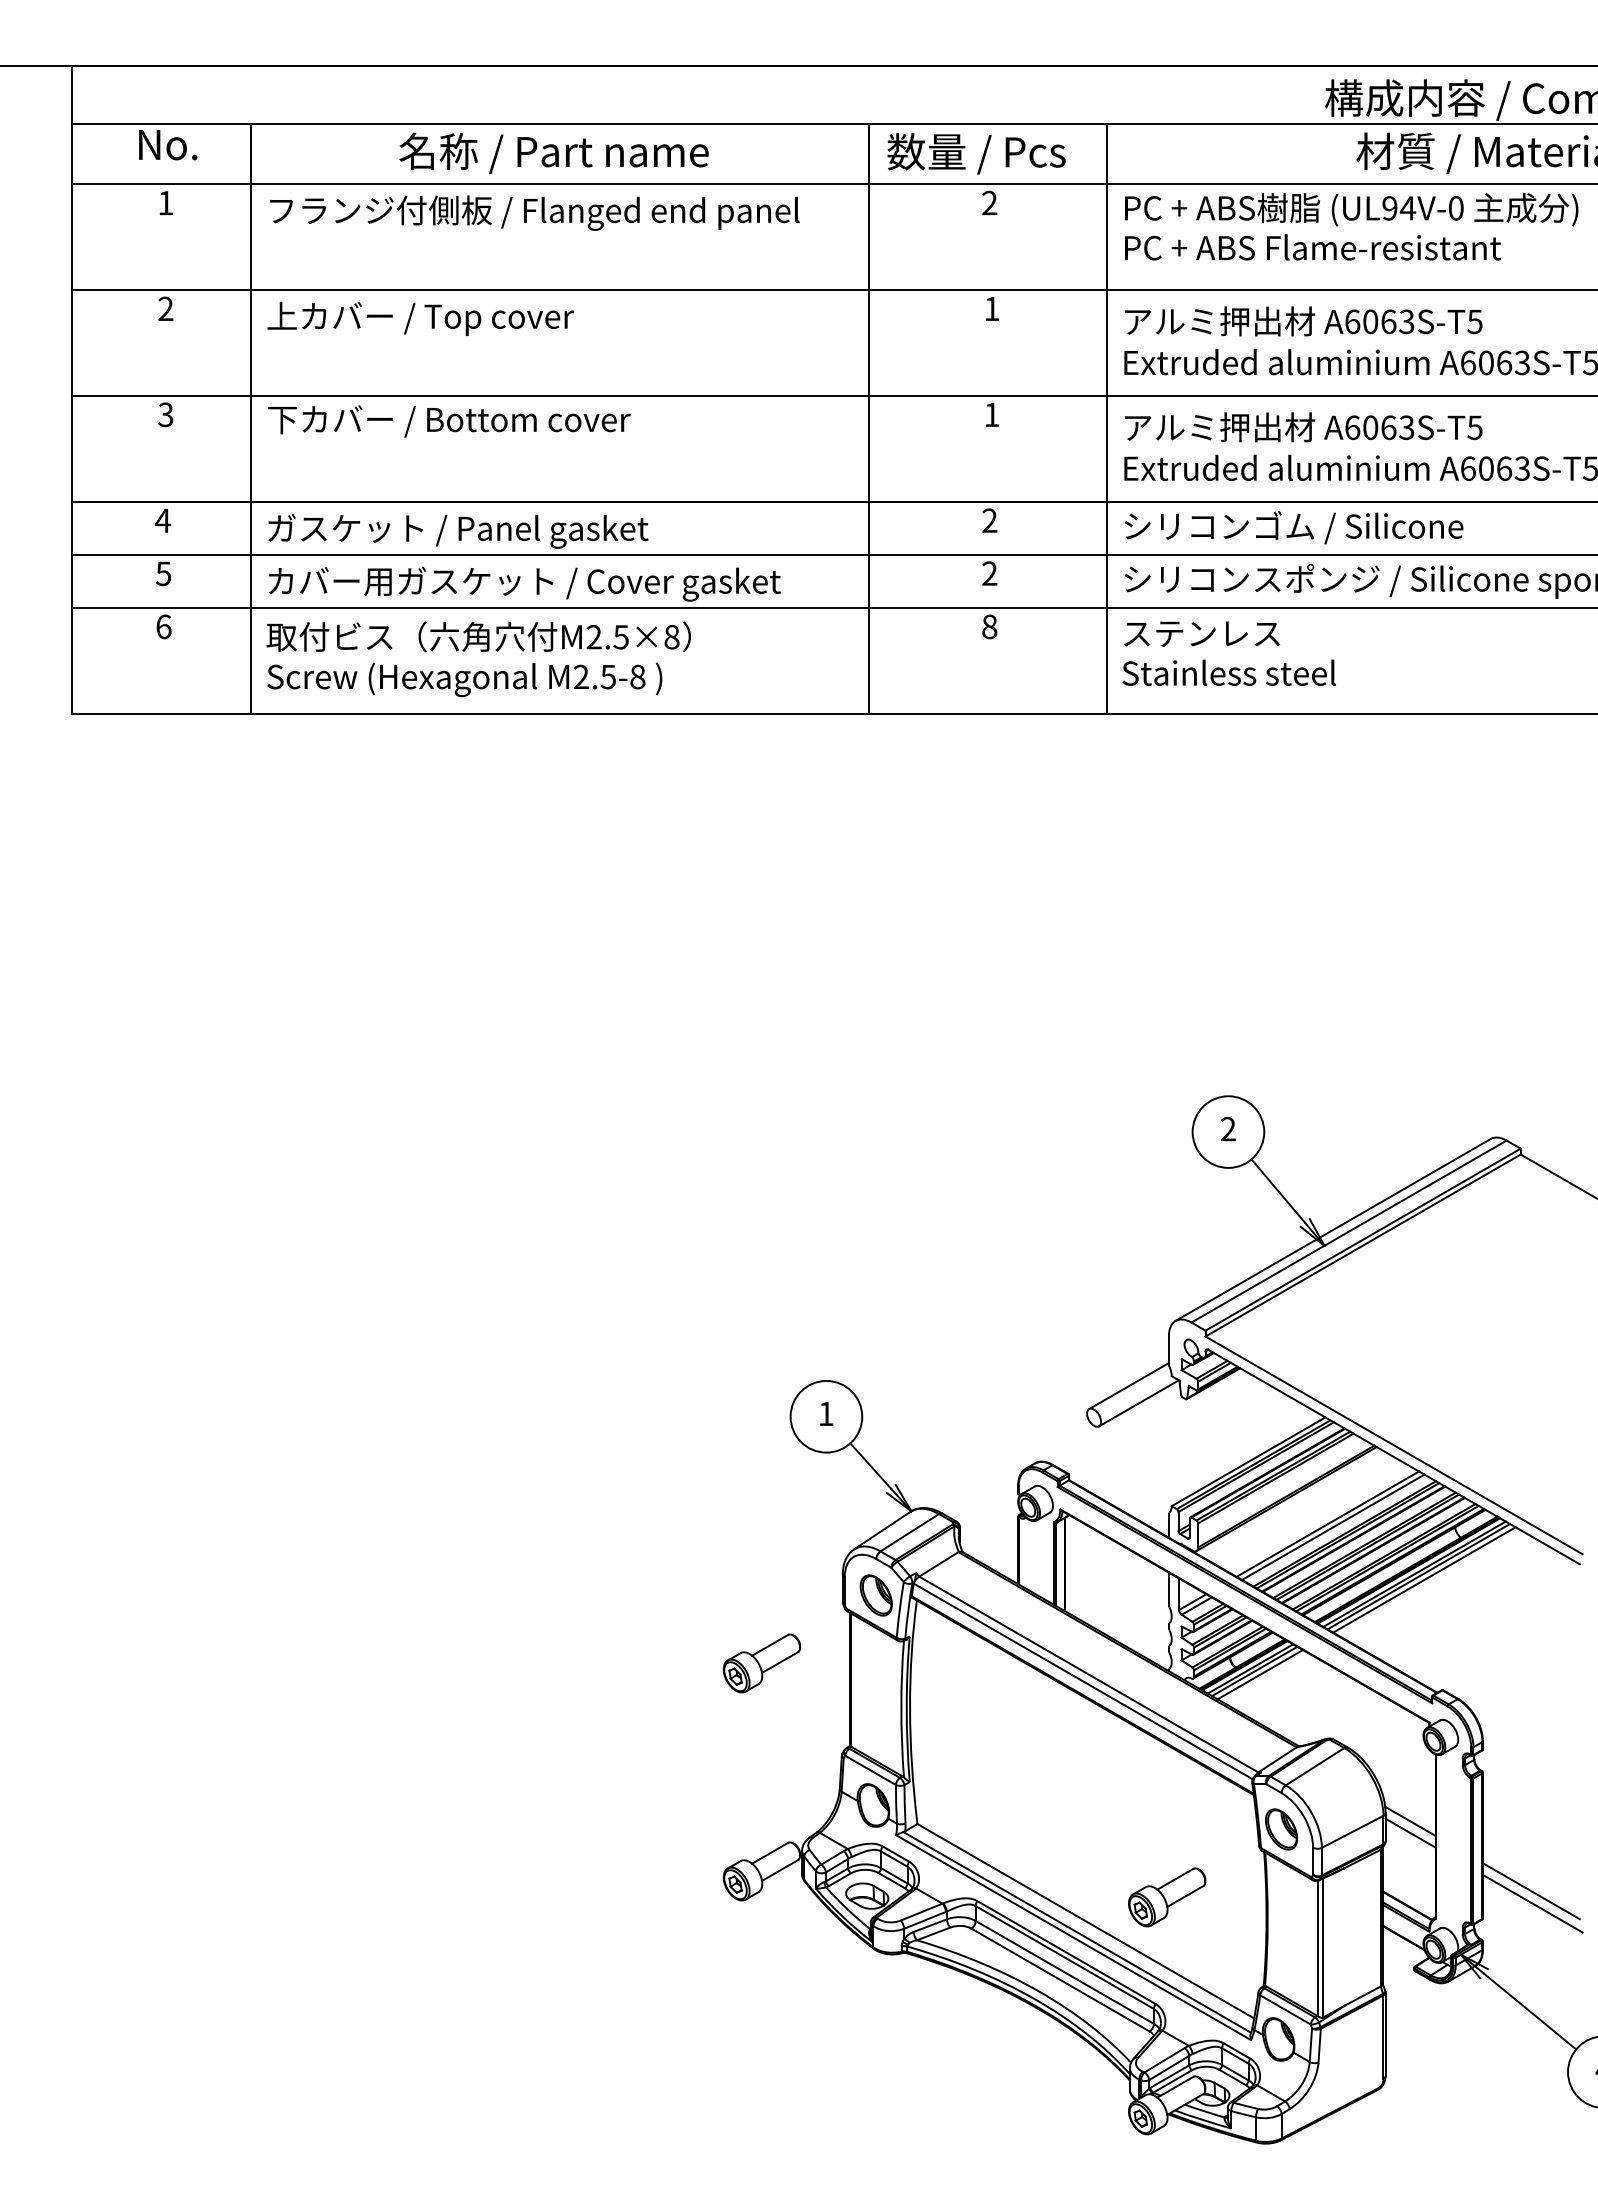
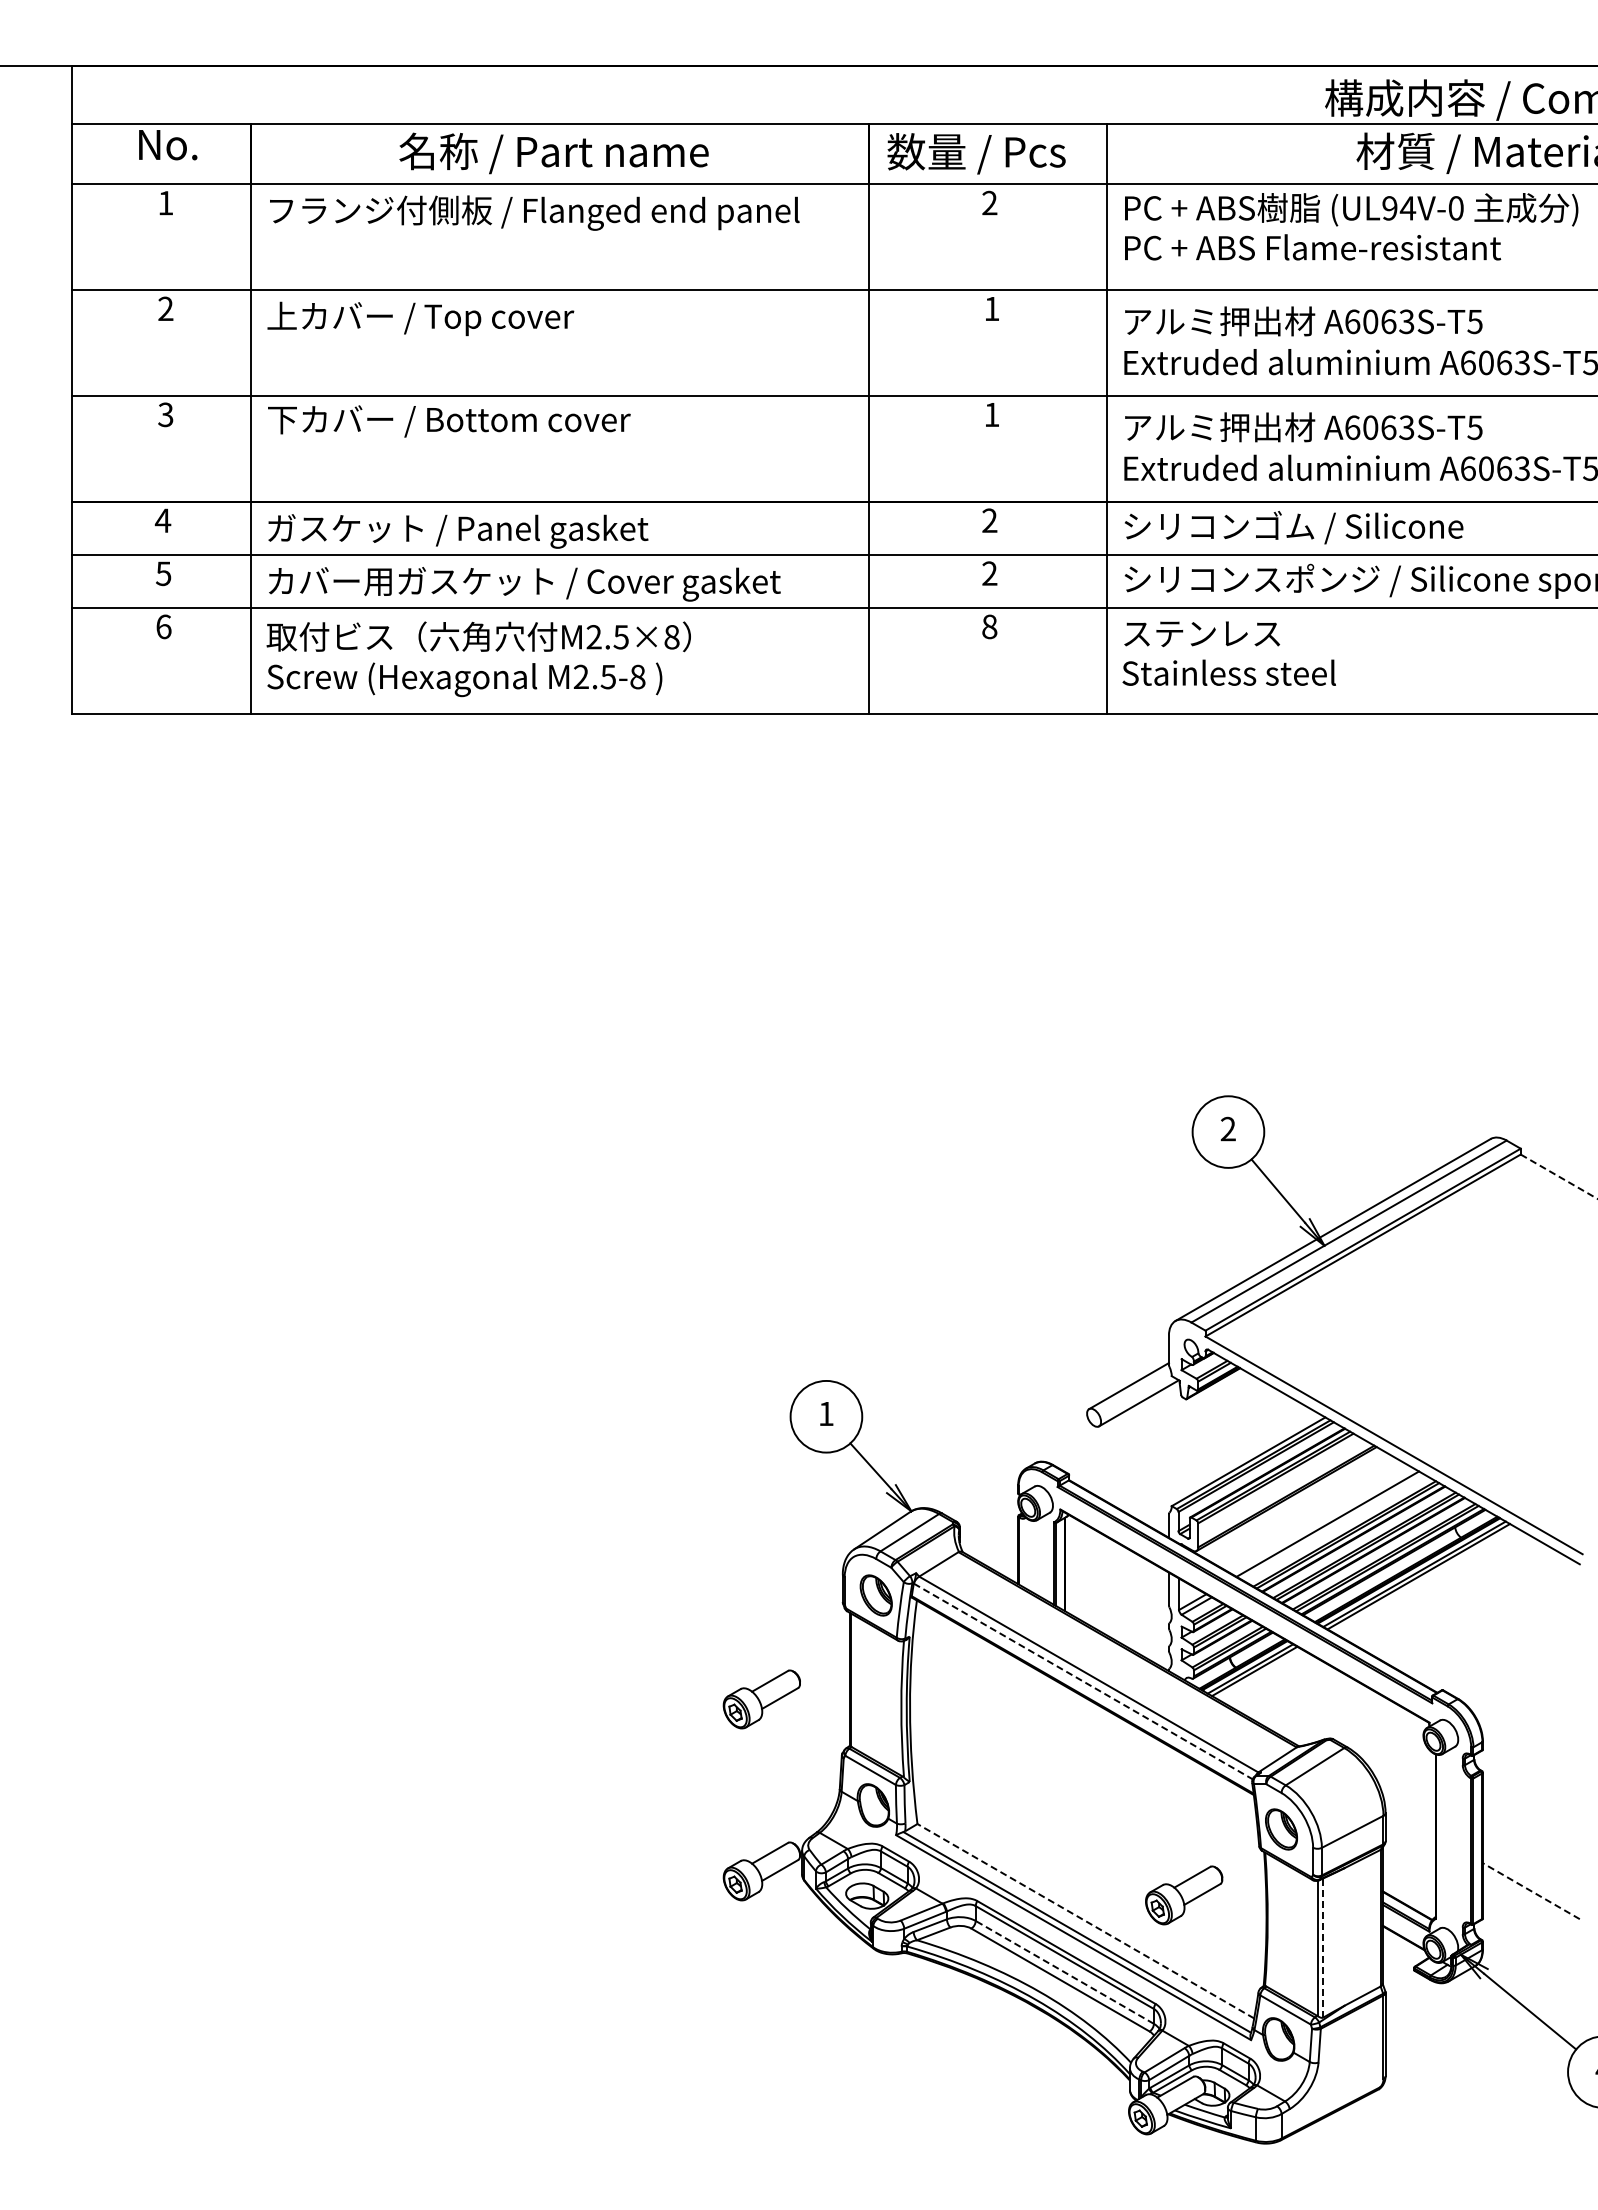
line at (1559, 1177): solid -> dashed
line at (1333, 1526): present -> none
line at (1424, 1579): present -> none
part at (761, 1663) position: (761, 1663) -> (761, 1699)
line at (1260, 1674): present -> none
line at (1083, 1681): solid -> dashed
line at (1410, 1821): present -> none
line at (1410, 1832): present -> none
line at (1531, 1891): solid -> dashed
part at (1167, 1897) position: (1167, 1897) -> (1184, 1895)
line at (1532, 1903): present -> none
line at (1085, 1921): solid -> dashed
line at (1323, 1948): solid -> dashed
line at (1064, 1972): solid -> dashed
